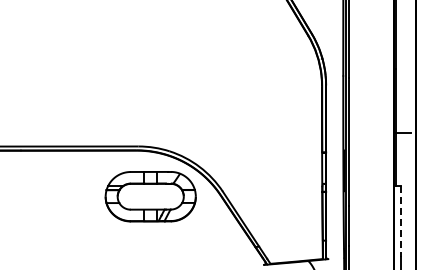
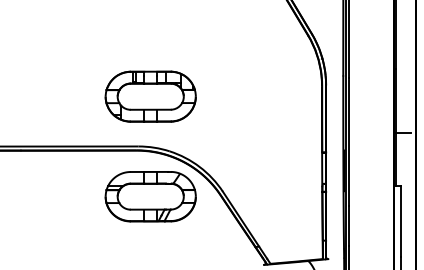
part at (150, 96): none -> present
line at (401, 221): dashed -> solid
